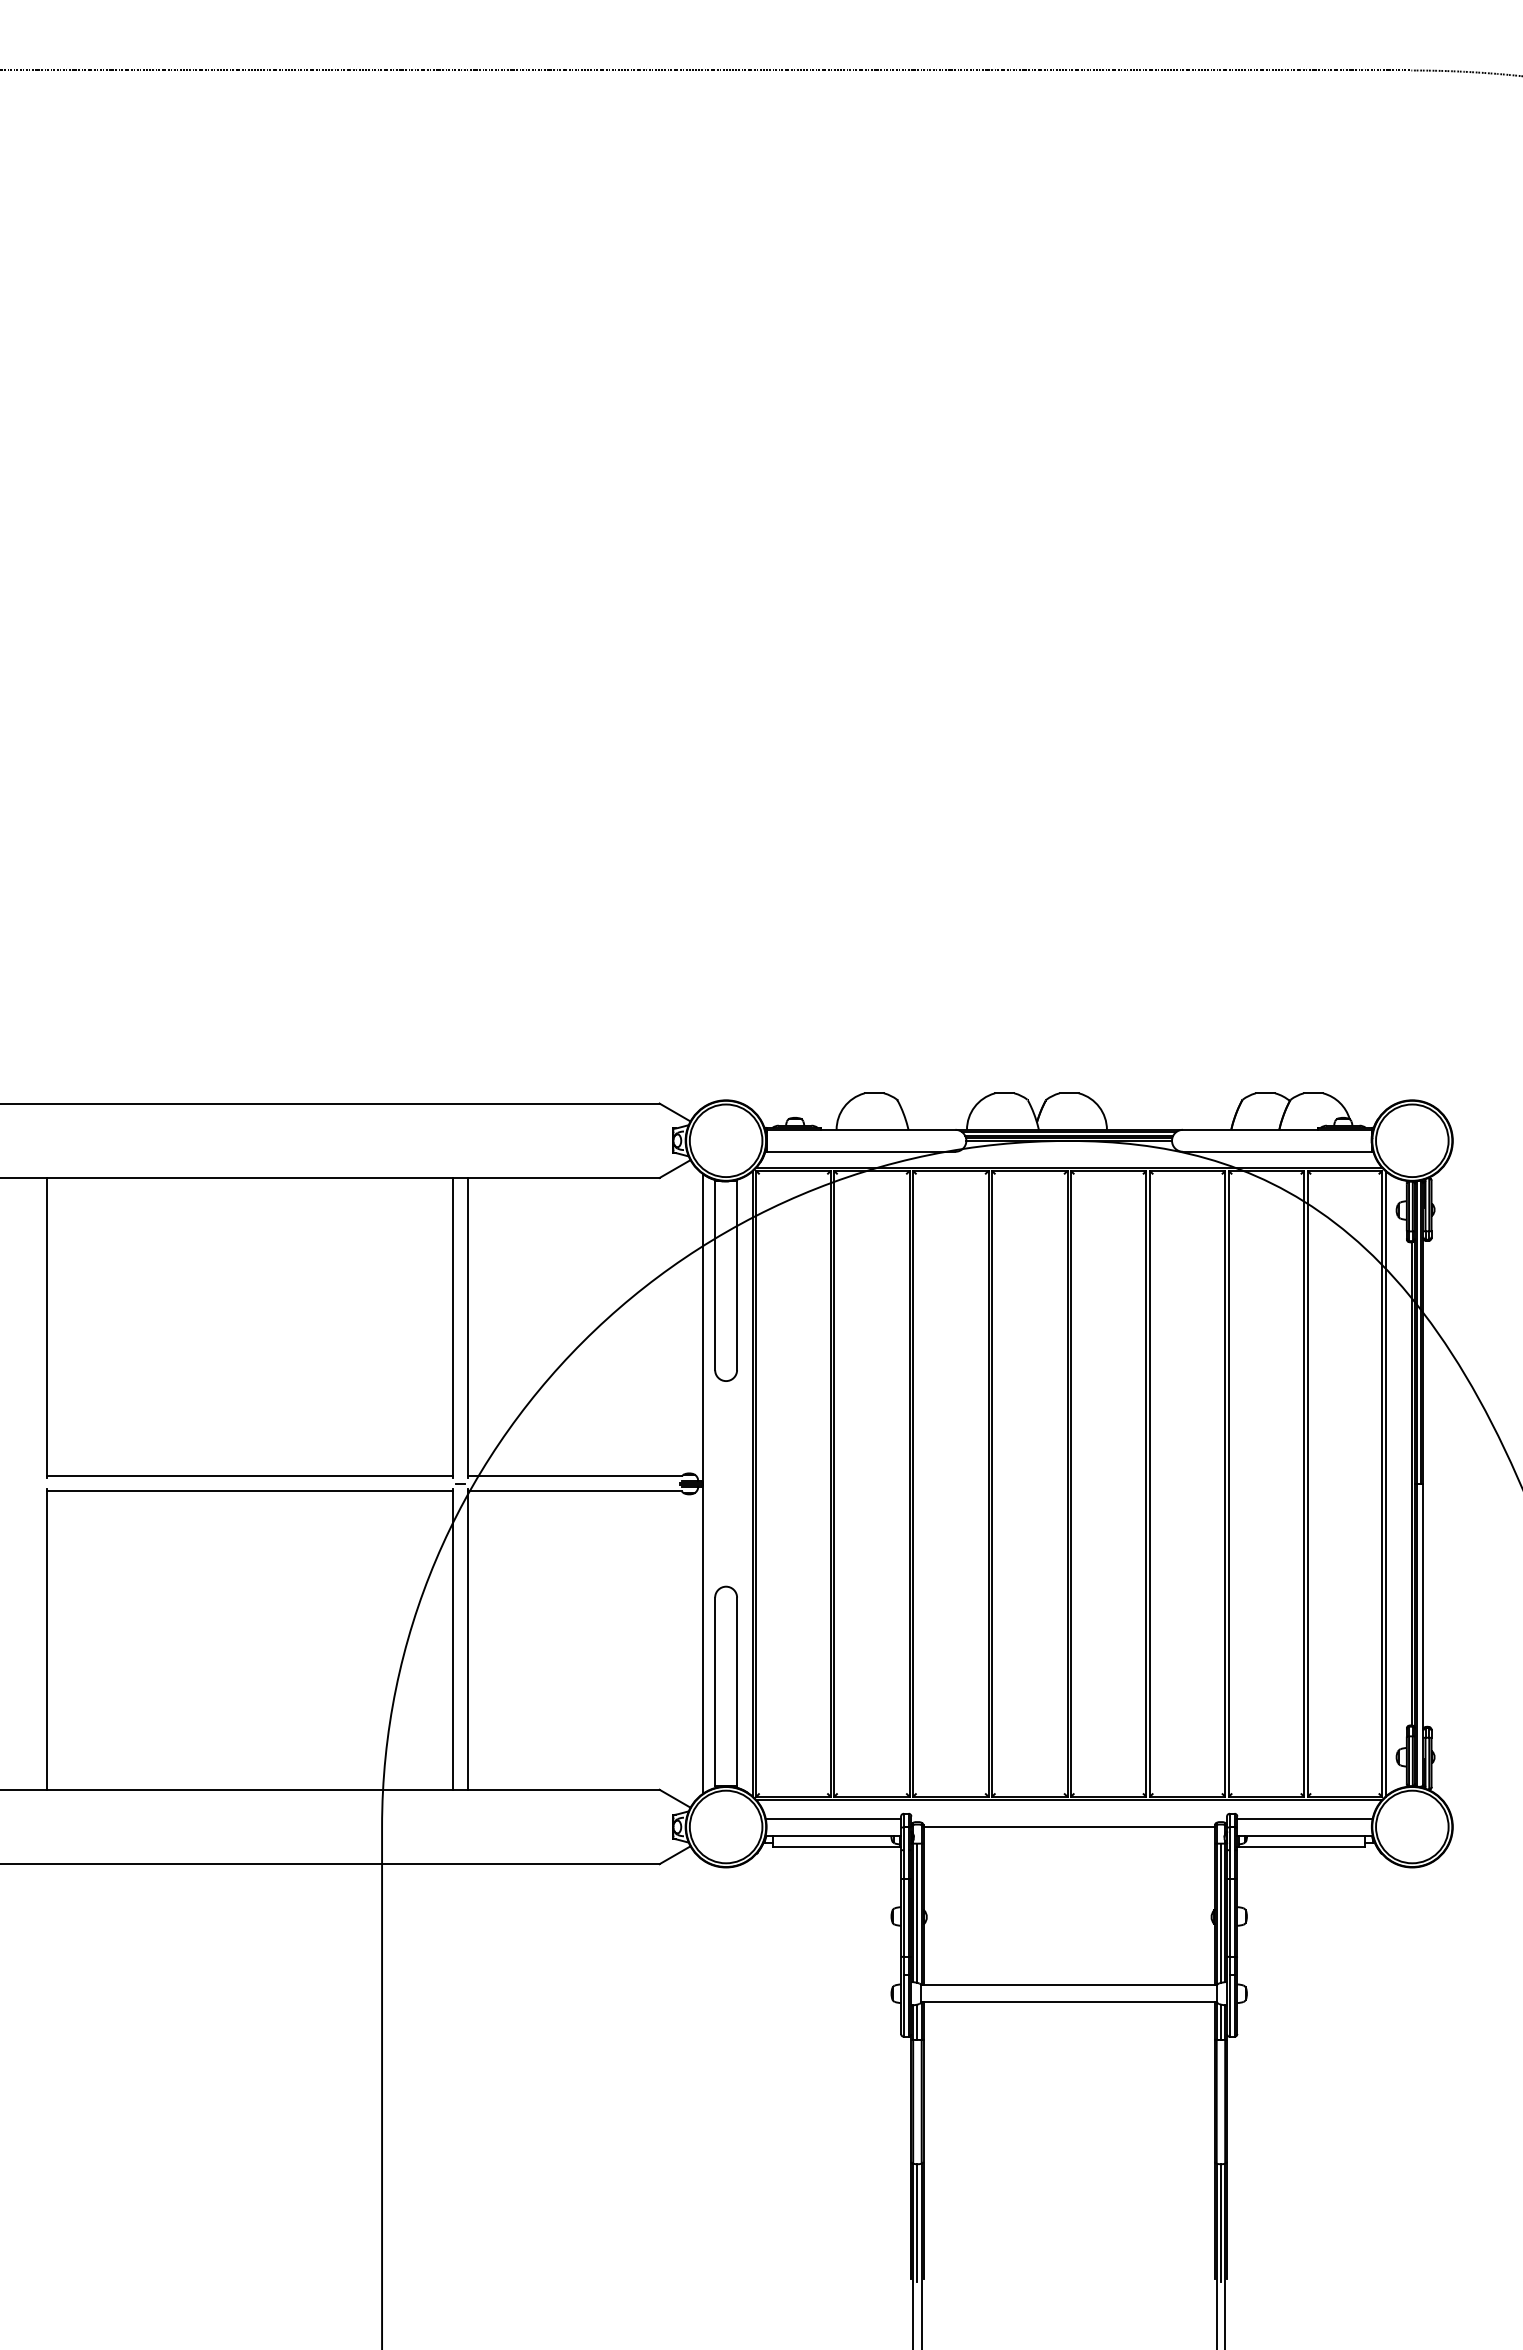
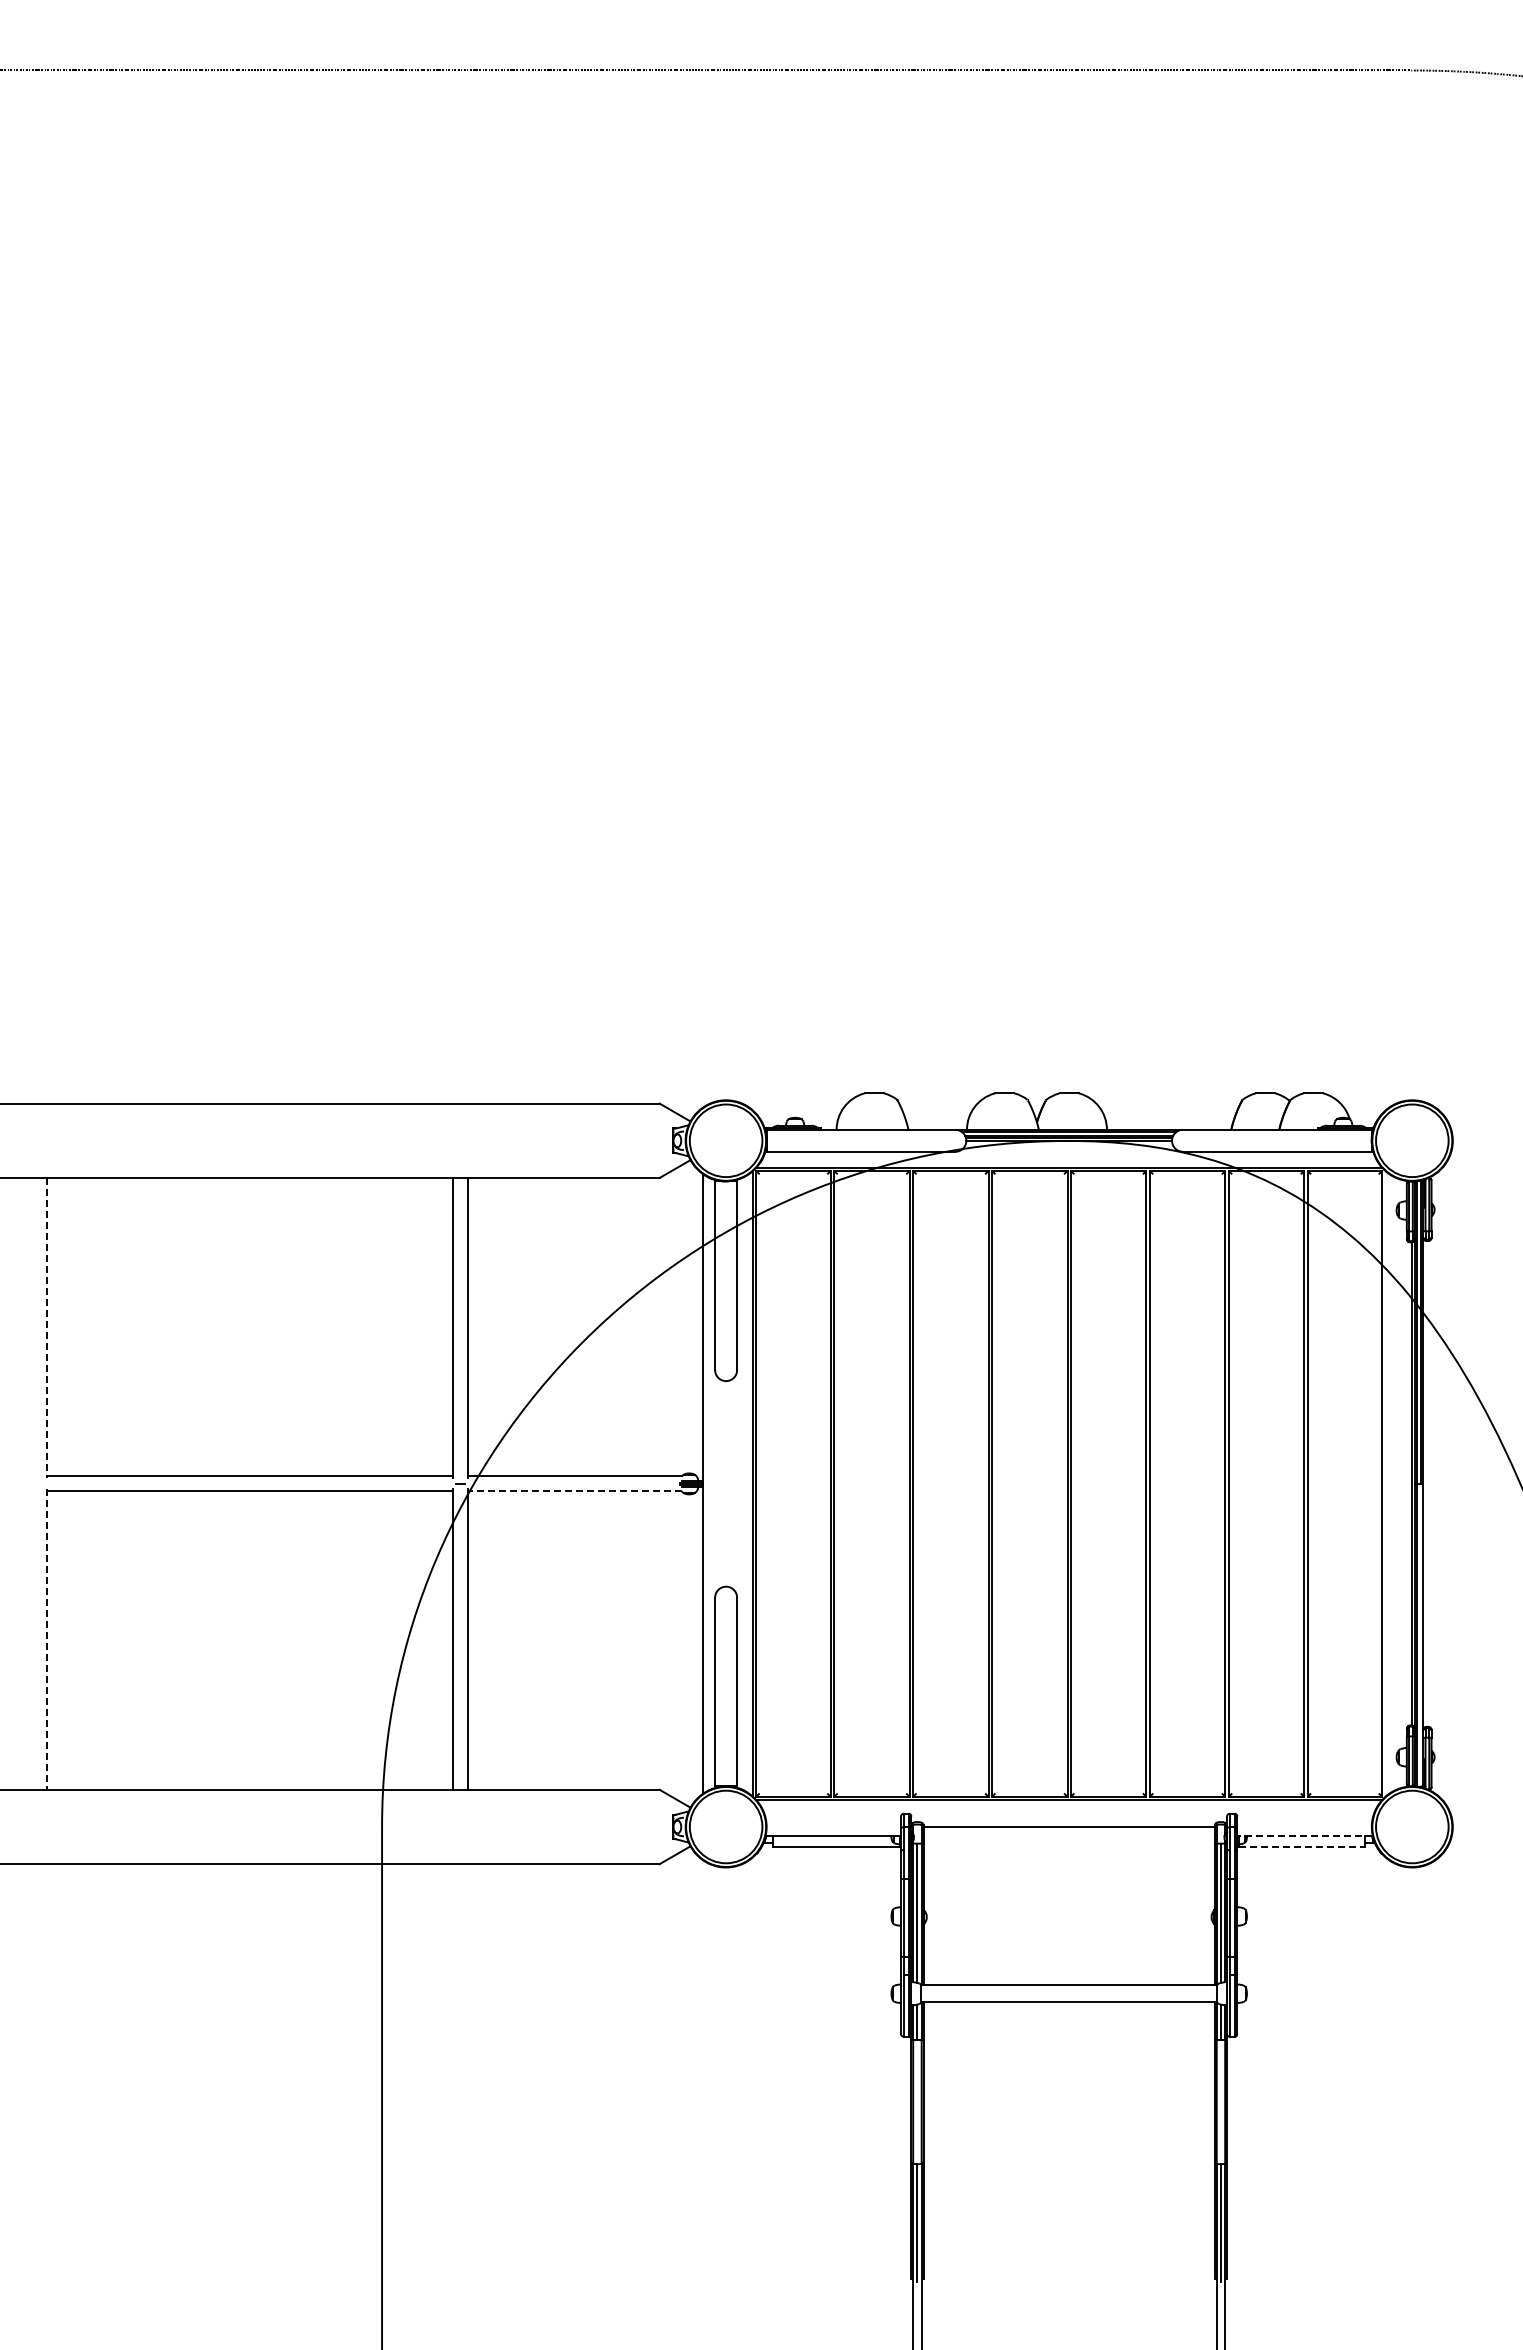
line at (47, 1328): solid -> dashed
line at (1385, 1483): present -> none
line at (574, 1491): solid -> dashed
line at (47, 1640): solid -> dashed
line at (833, 1818): present -> none
line at (1304, 1818): present -> none
line at (1305, 1836): solid -> dashed
line at (1302, 1846): solid -> dashed
